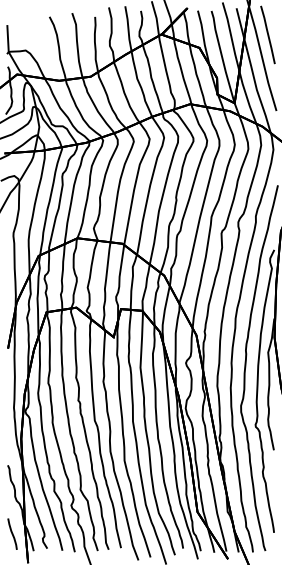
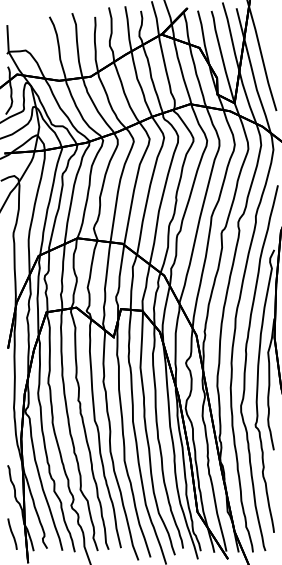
line at (267, 34): present -> none
